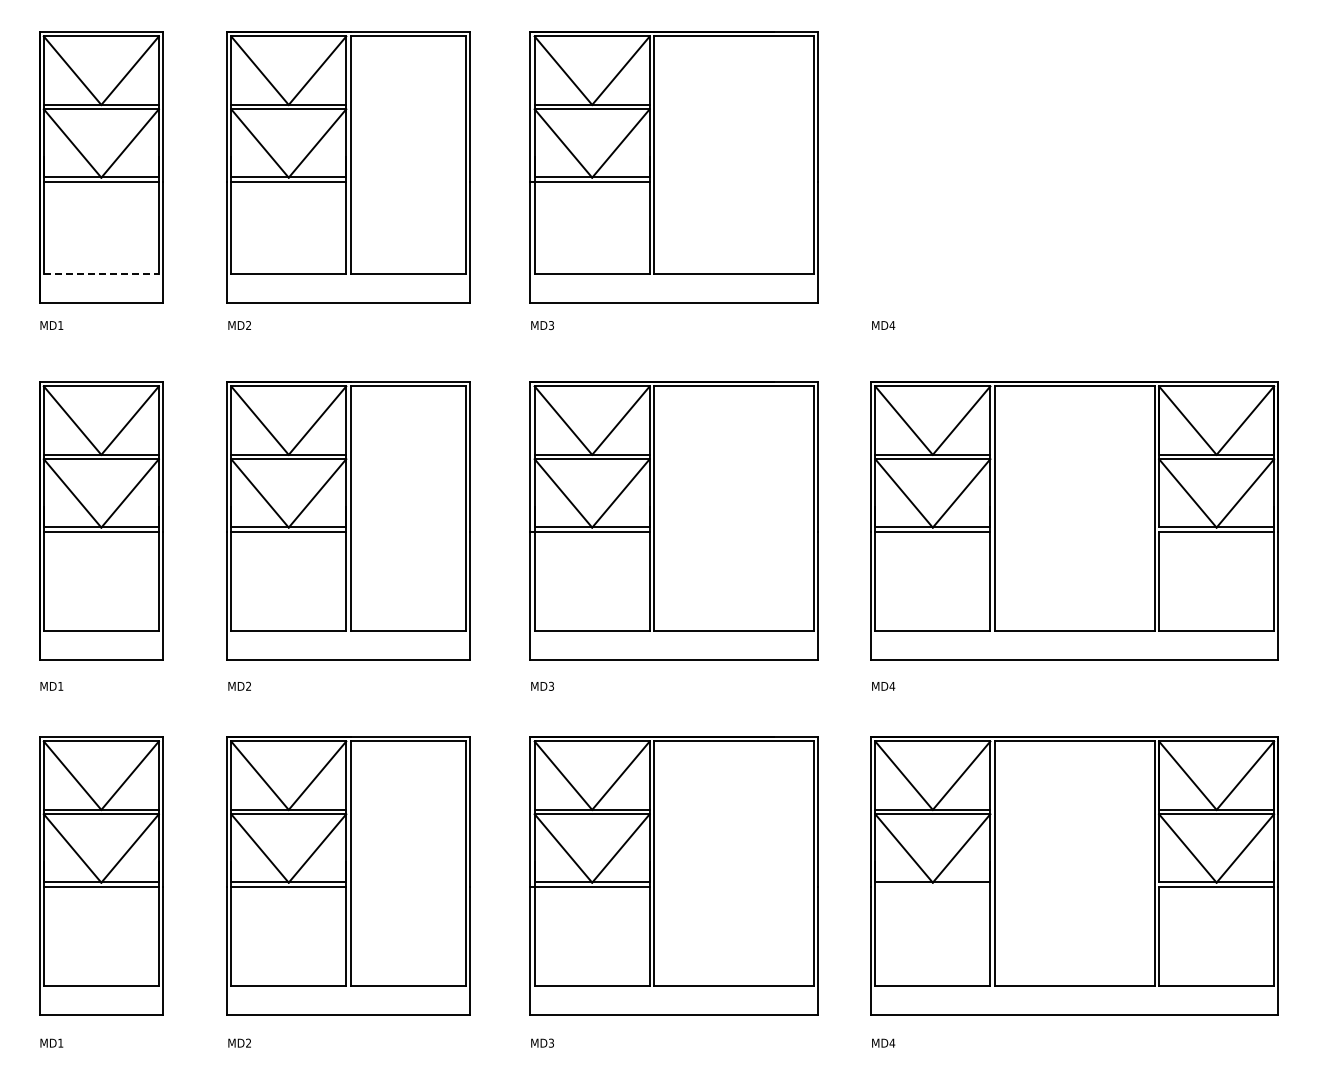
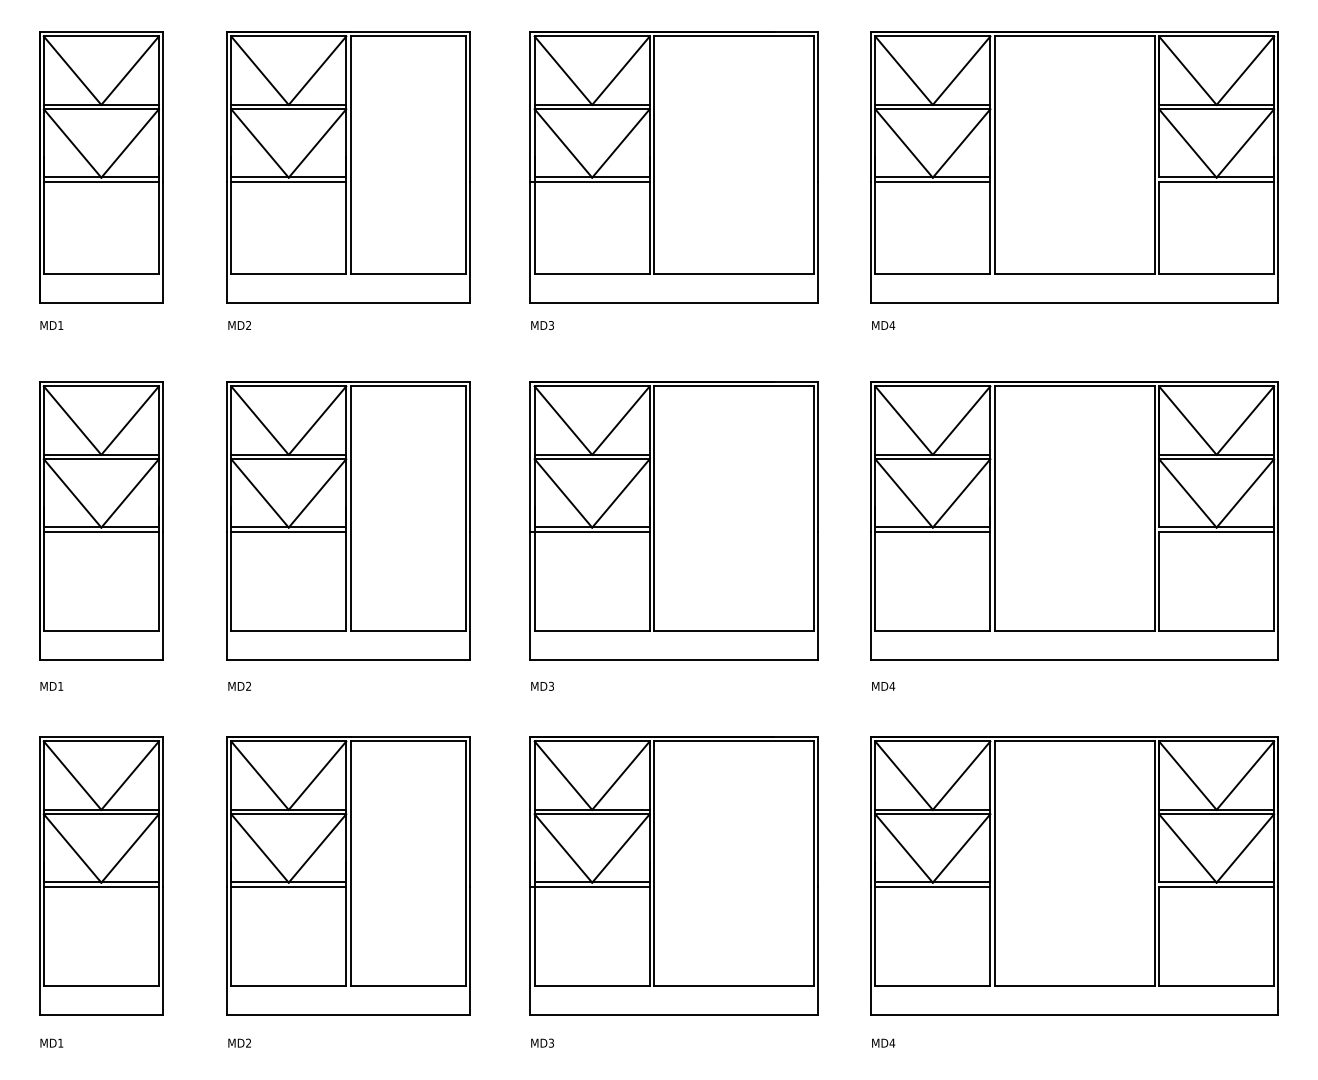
part at (1074, 167): none -> present
line at (101, 274): dashed -> solid
line at (932, 886): none -> present
